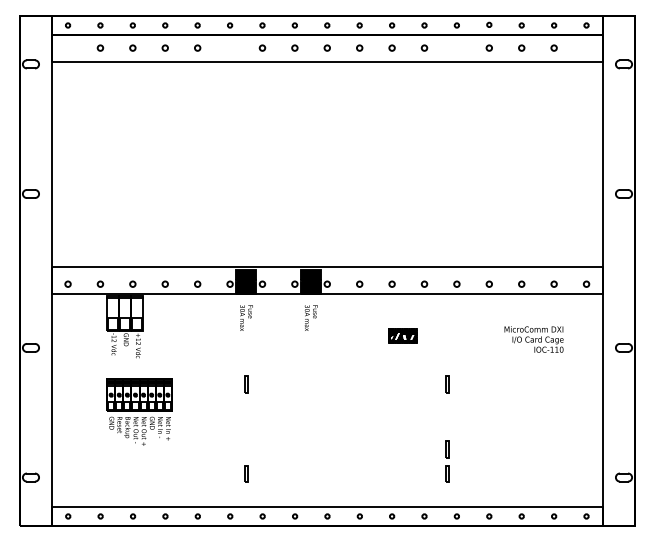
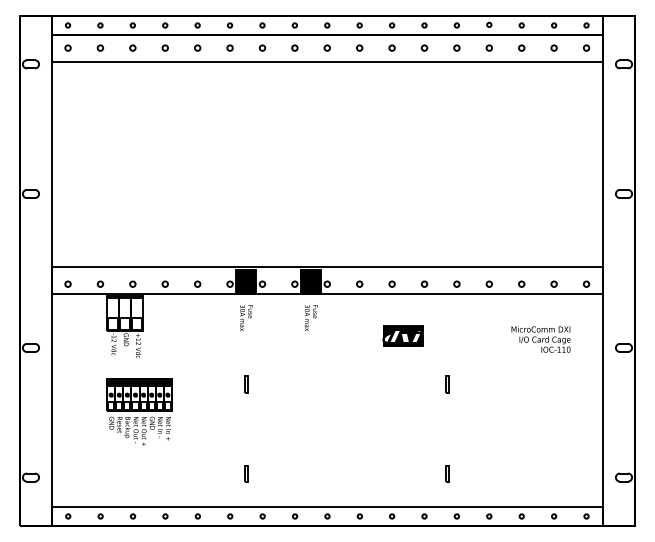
circle at (67, 47): none -> present
circle at (229, 47): none -> present
circle at (456, 47): none -> present
circle at (586, 47): none -> present
part at (402, 335) size: 30x16 px -> 42x22 px
text at (533, 339) position: (533, 339) -> (540, 339)
part at (447, 449): present -> none
